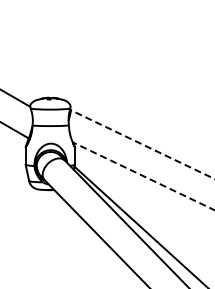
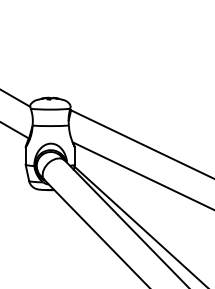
line at (142, 144): dashed -> solid
line at (143, 175): dashed -> solid
